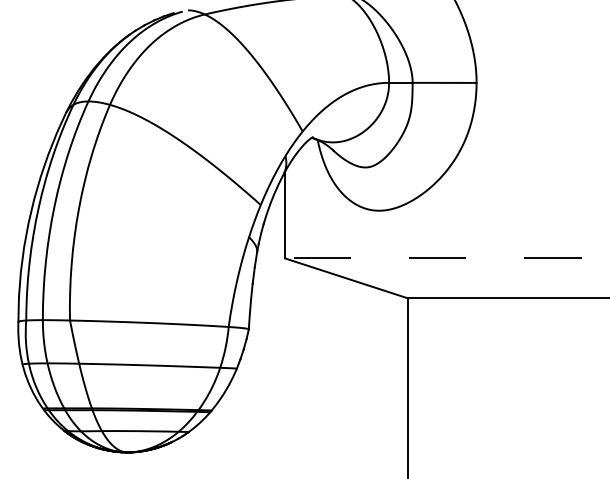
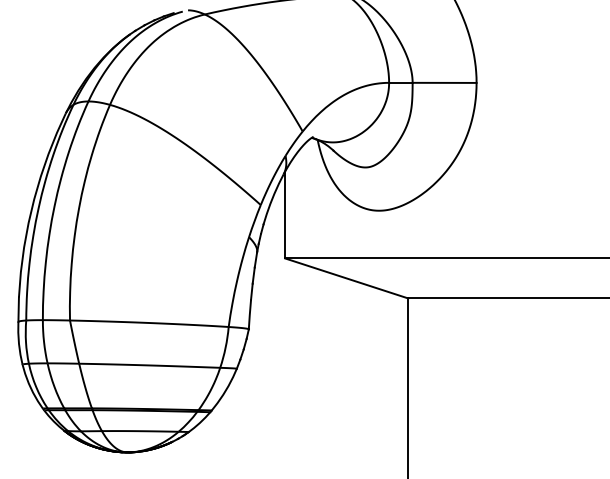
line at (447, 258): dashed -> solid
